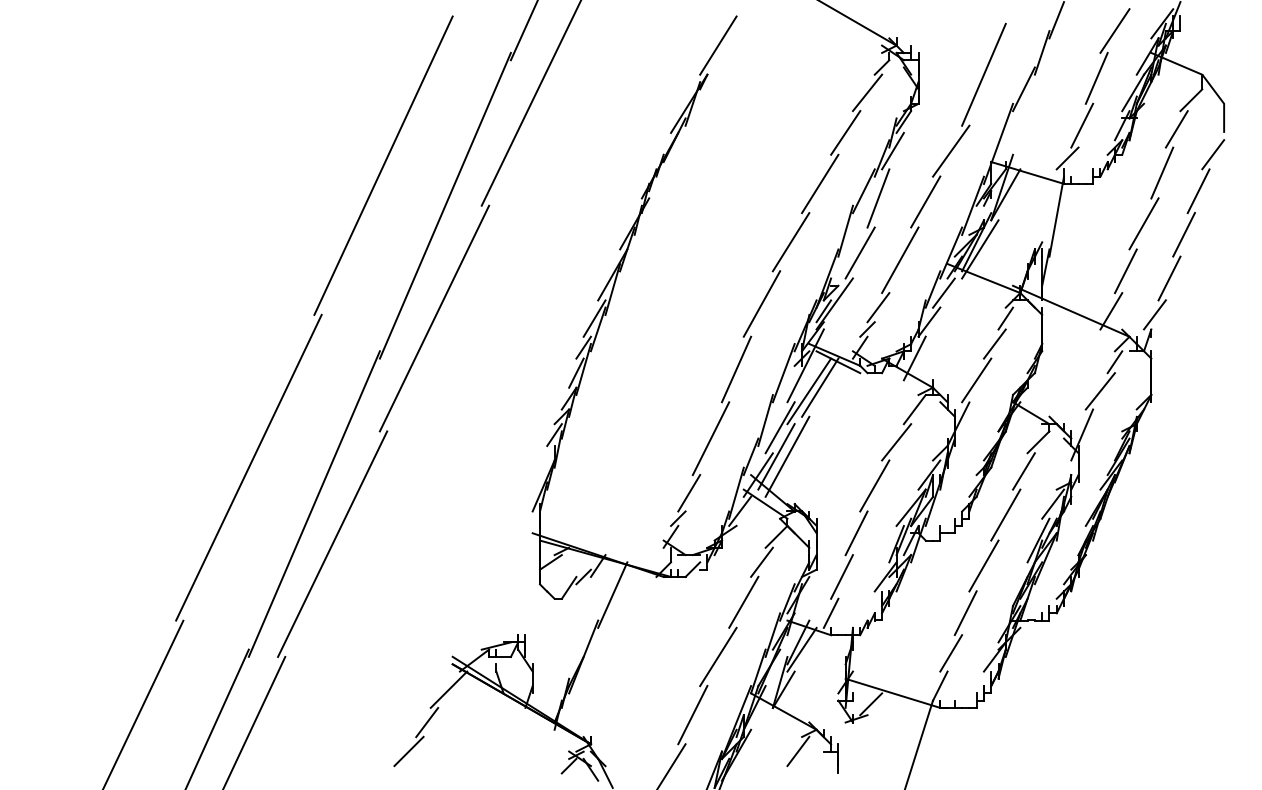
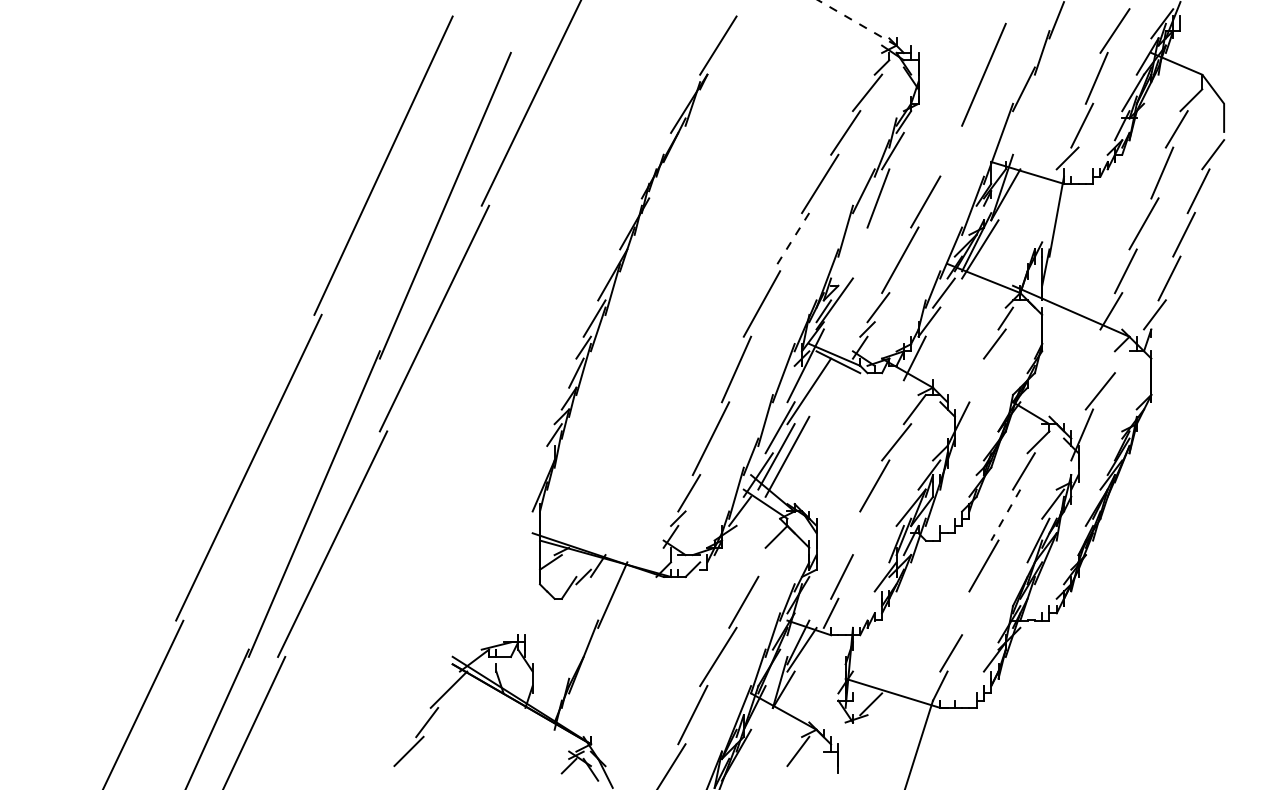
line at (856, 22): solid -> dashed
line at (523, 31): present -> none
line at (951, 150): present -> none
line at (790, 242): solid -> dashed
line at (859, 252): present -> none
line at (1114, 362): present -> none
line at (976, 380): present -> none
line at (820, 387): present -> none
line at (1005, 515): solid -> dashed
line at (856, 533): present -> none
line at (761, 561): present -> none
line at (965, 613): present -> none
